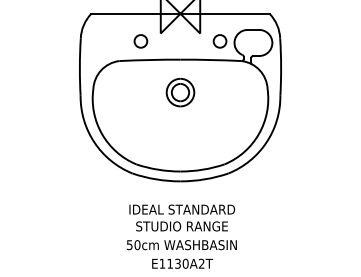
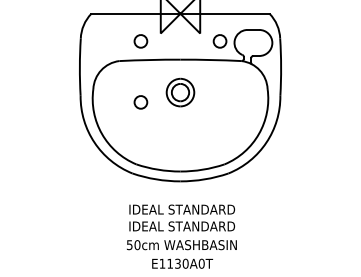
part at (140, 102): none -> present
text at (182, 226): STUDIO RANGE -> IDEAL STANDARD
text at (201, 263): E1130A2T -> E1130A0T
